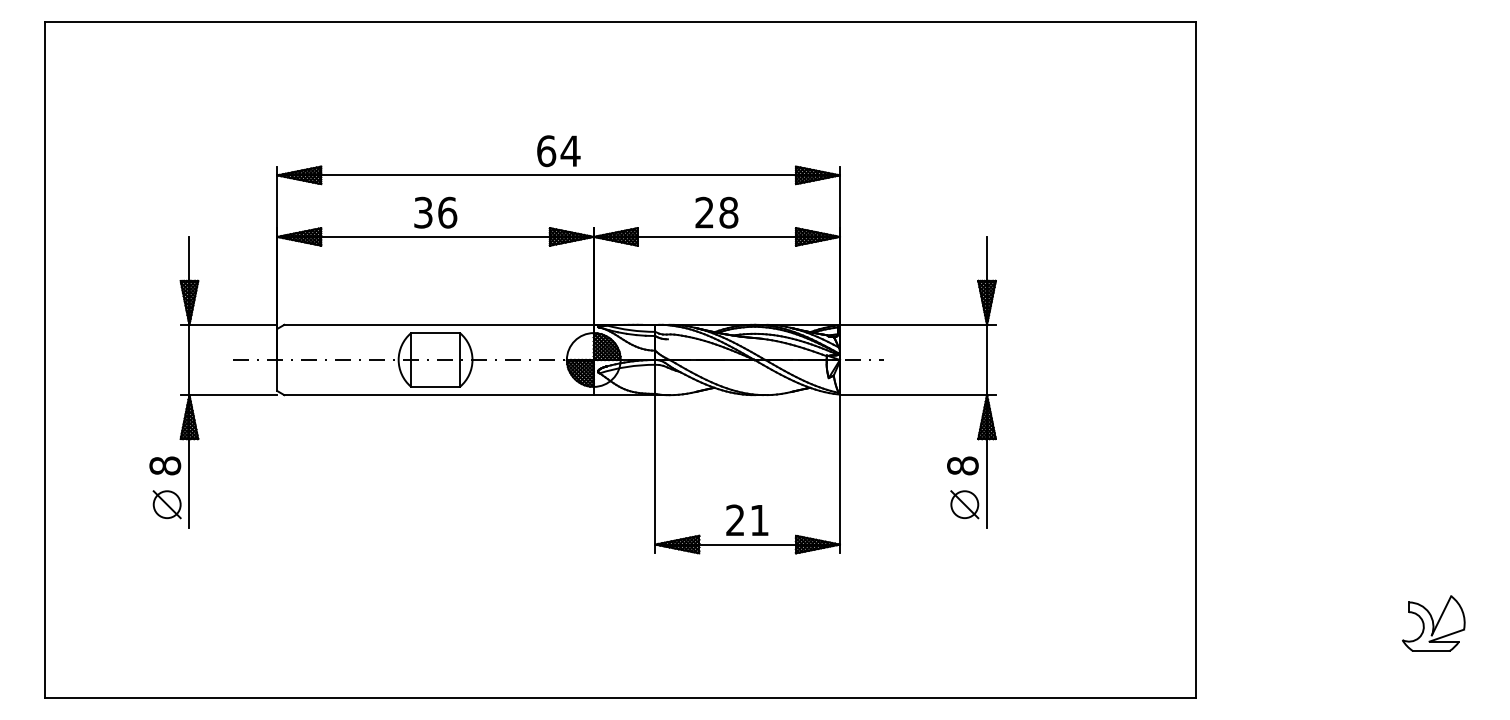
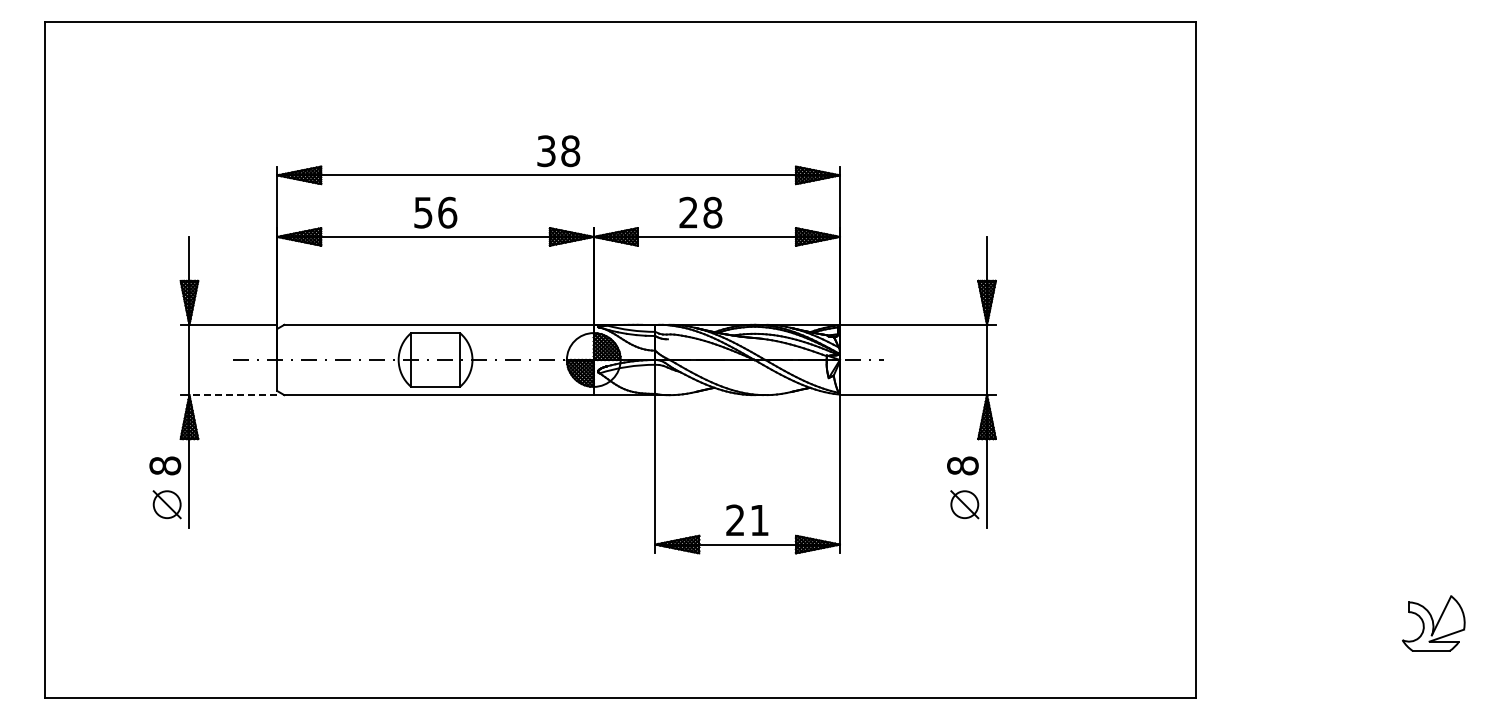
text at (558, 151): 64 -> 38
text at (423, 211): 36 -> 56
text at (716, 212) position: (716, 212) -> (700, 212)
line at (233, 395): solid -> dashed
